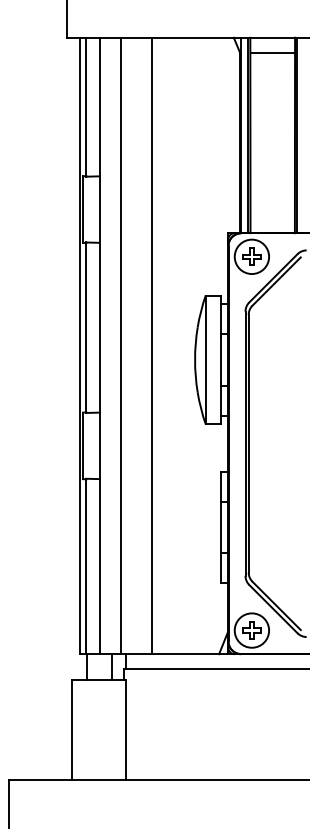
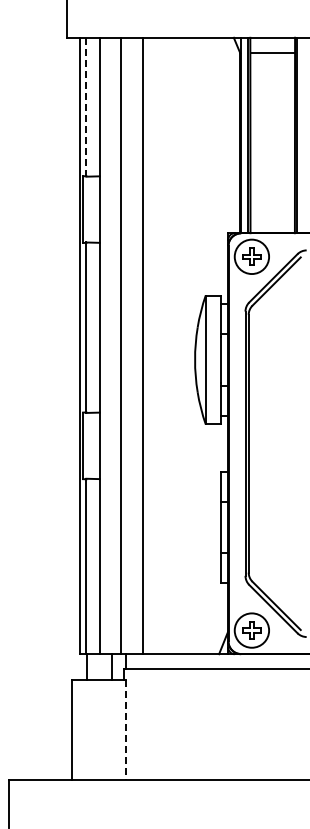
line at (86, 106): solid -> dashed
line at (151, 345) position: (151, 345) -> (142, 345)
line at (126, 730): solid -> dashed
